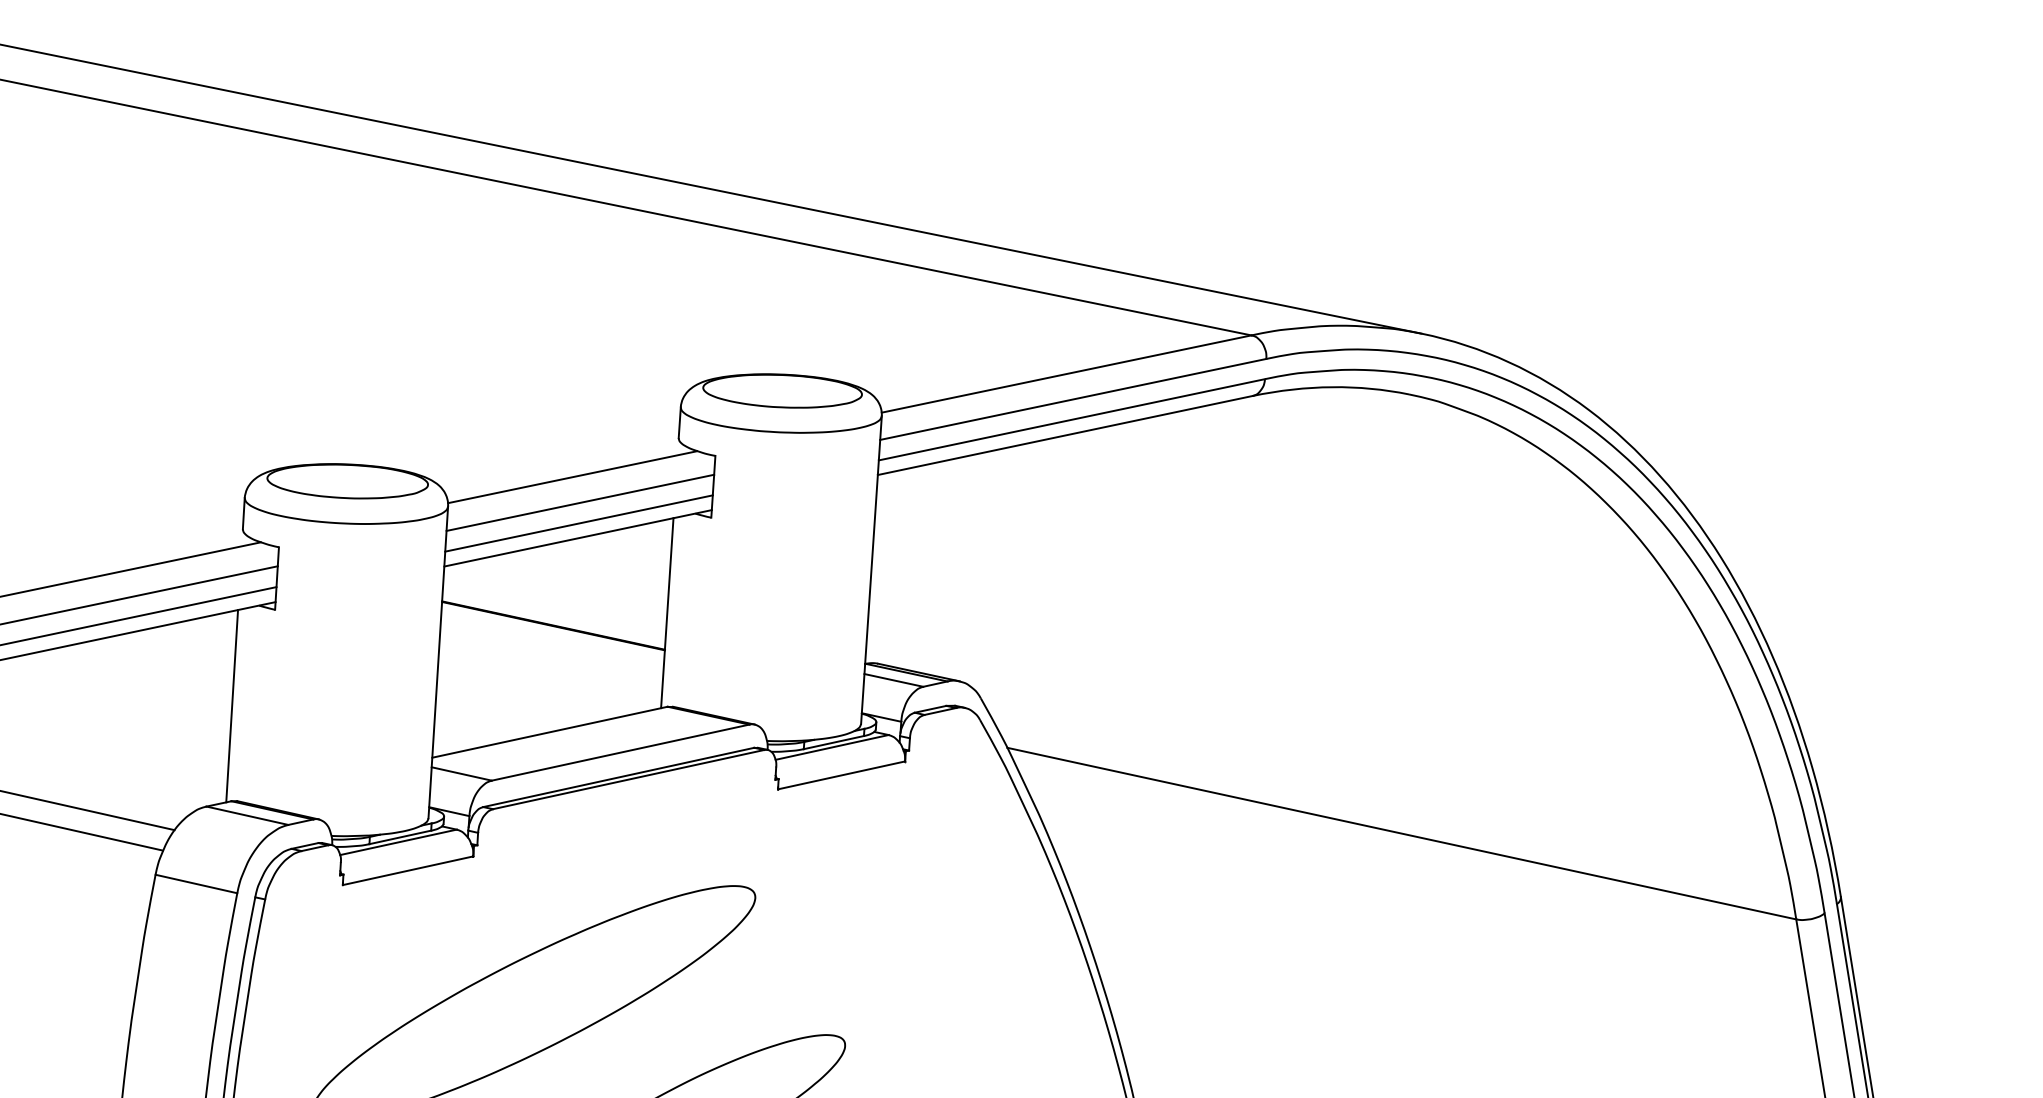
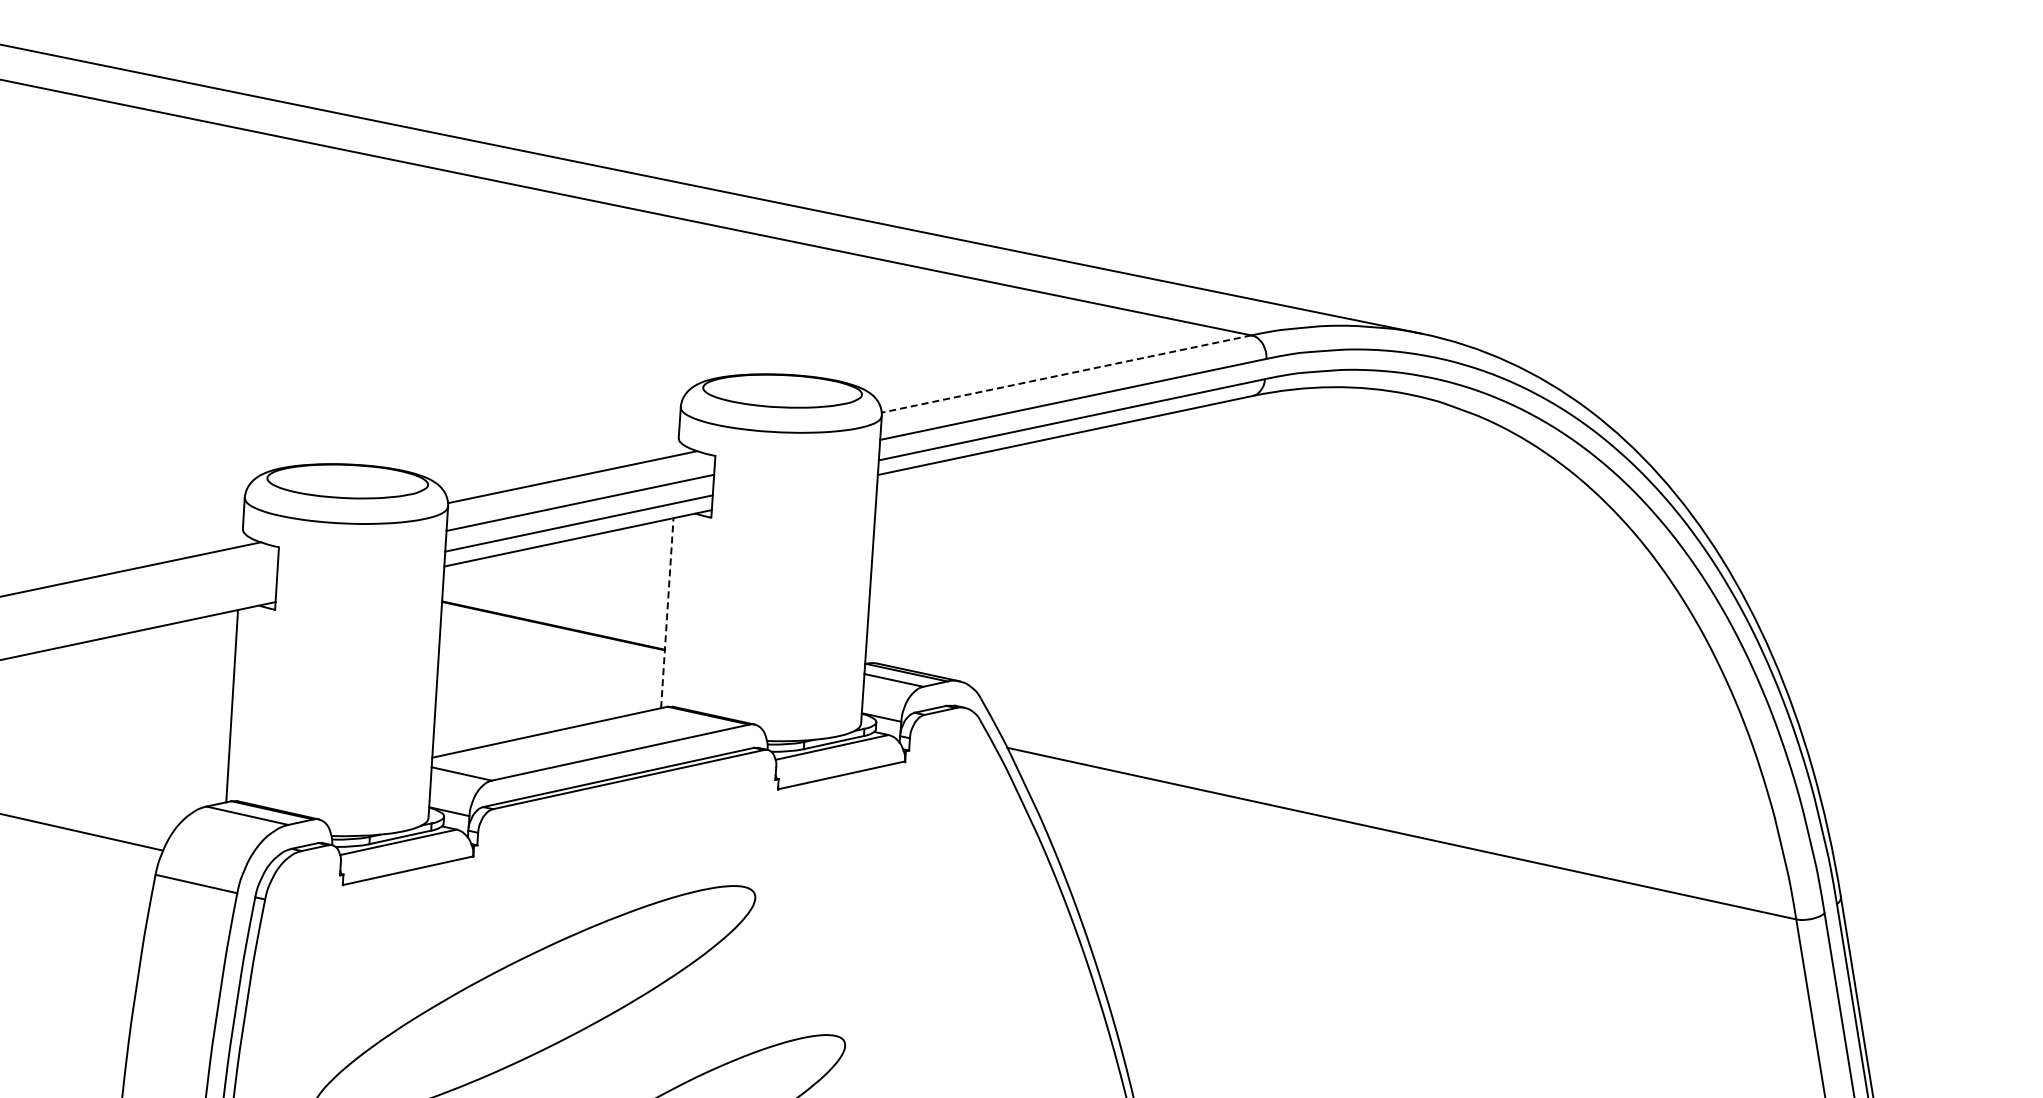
line at (1066, 374): solid -> dashed
line at (139, 595): present -> none
line at (667, 612): solid -> dashed
line at (139, 615): present -> none
line at (88, 810): present -> none
